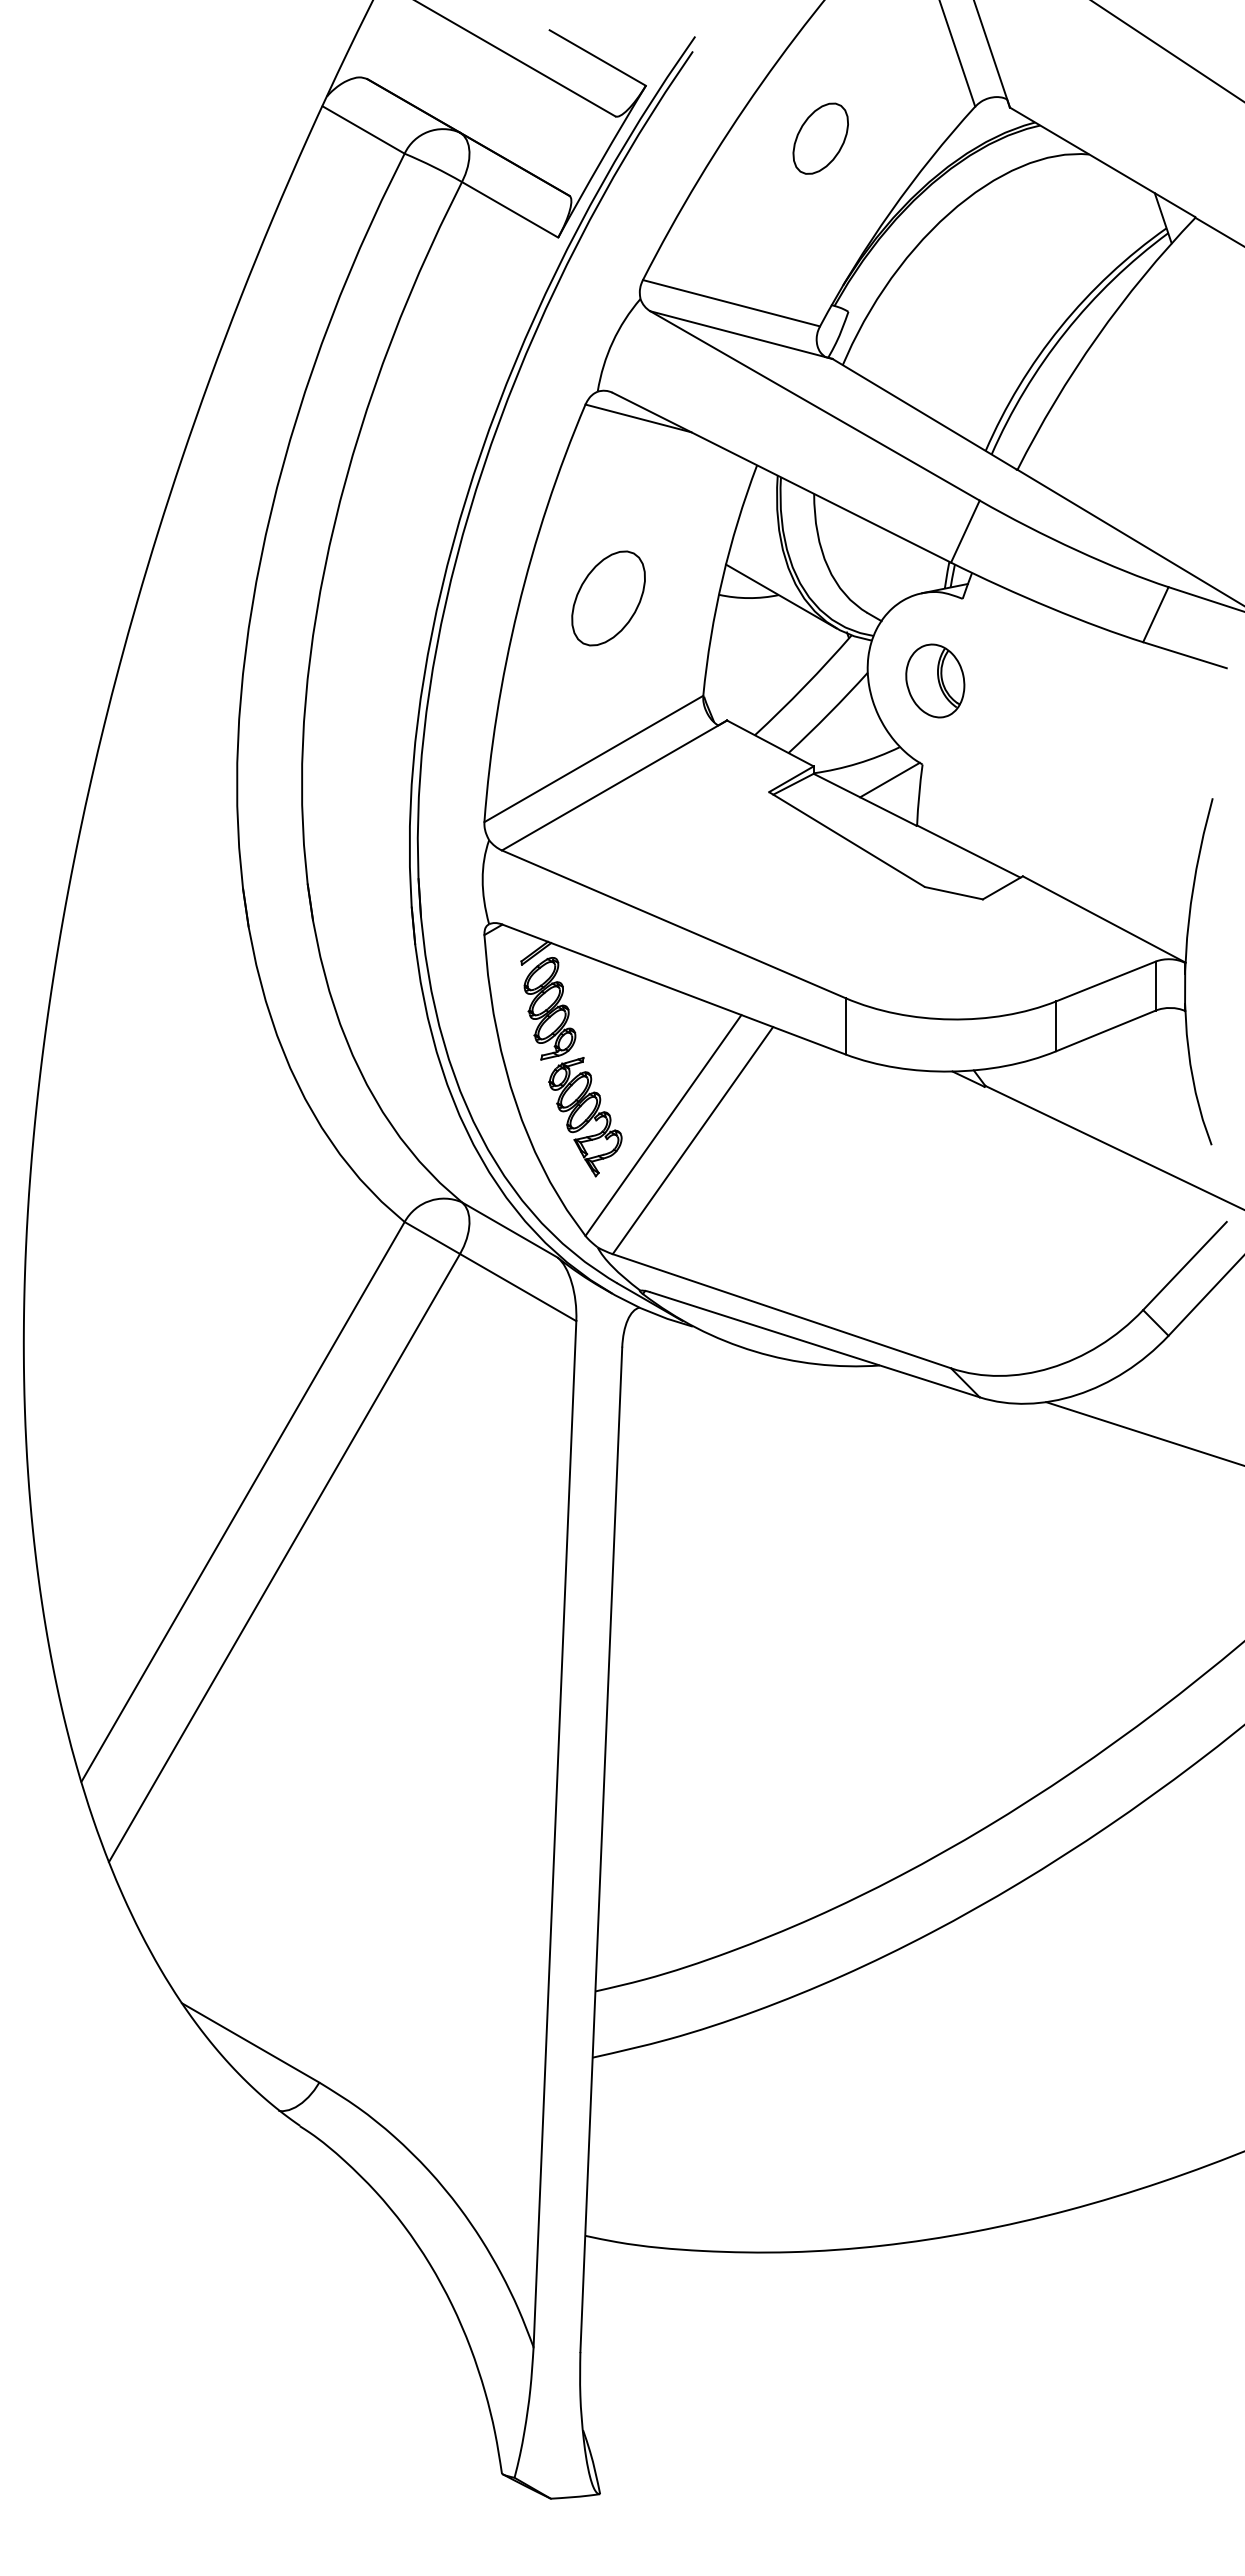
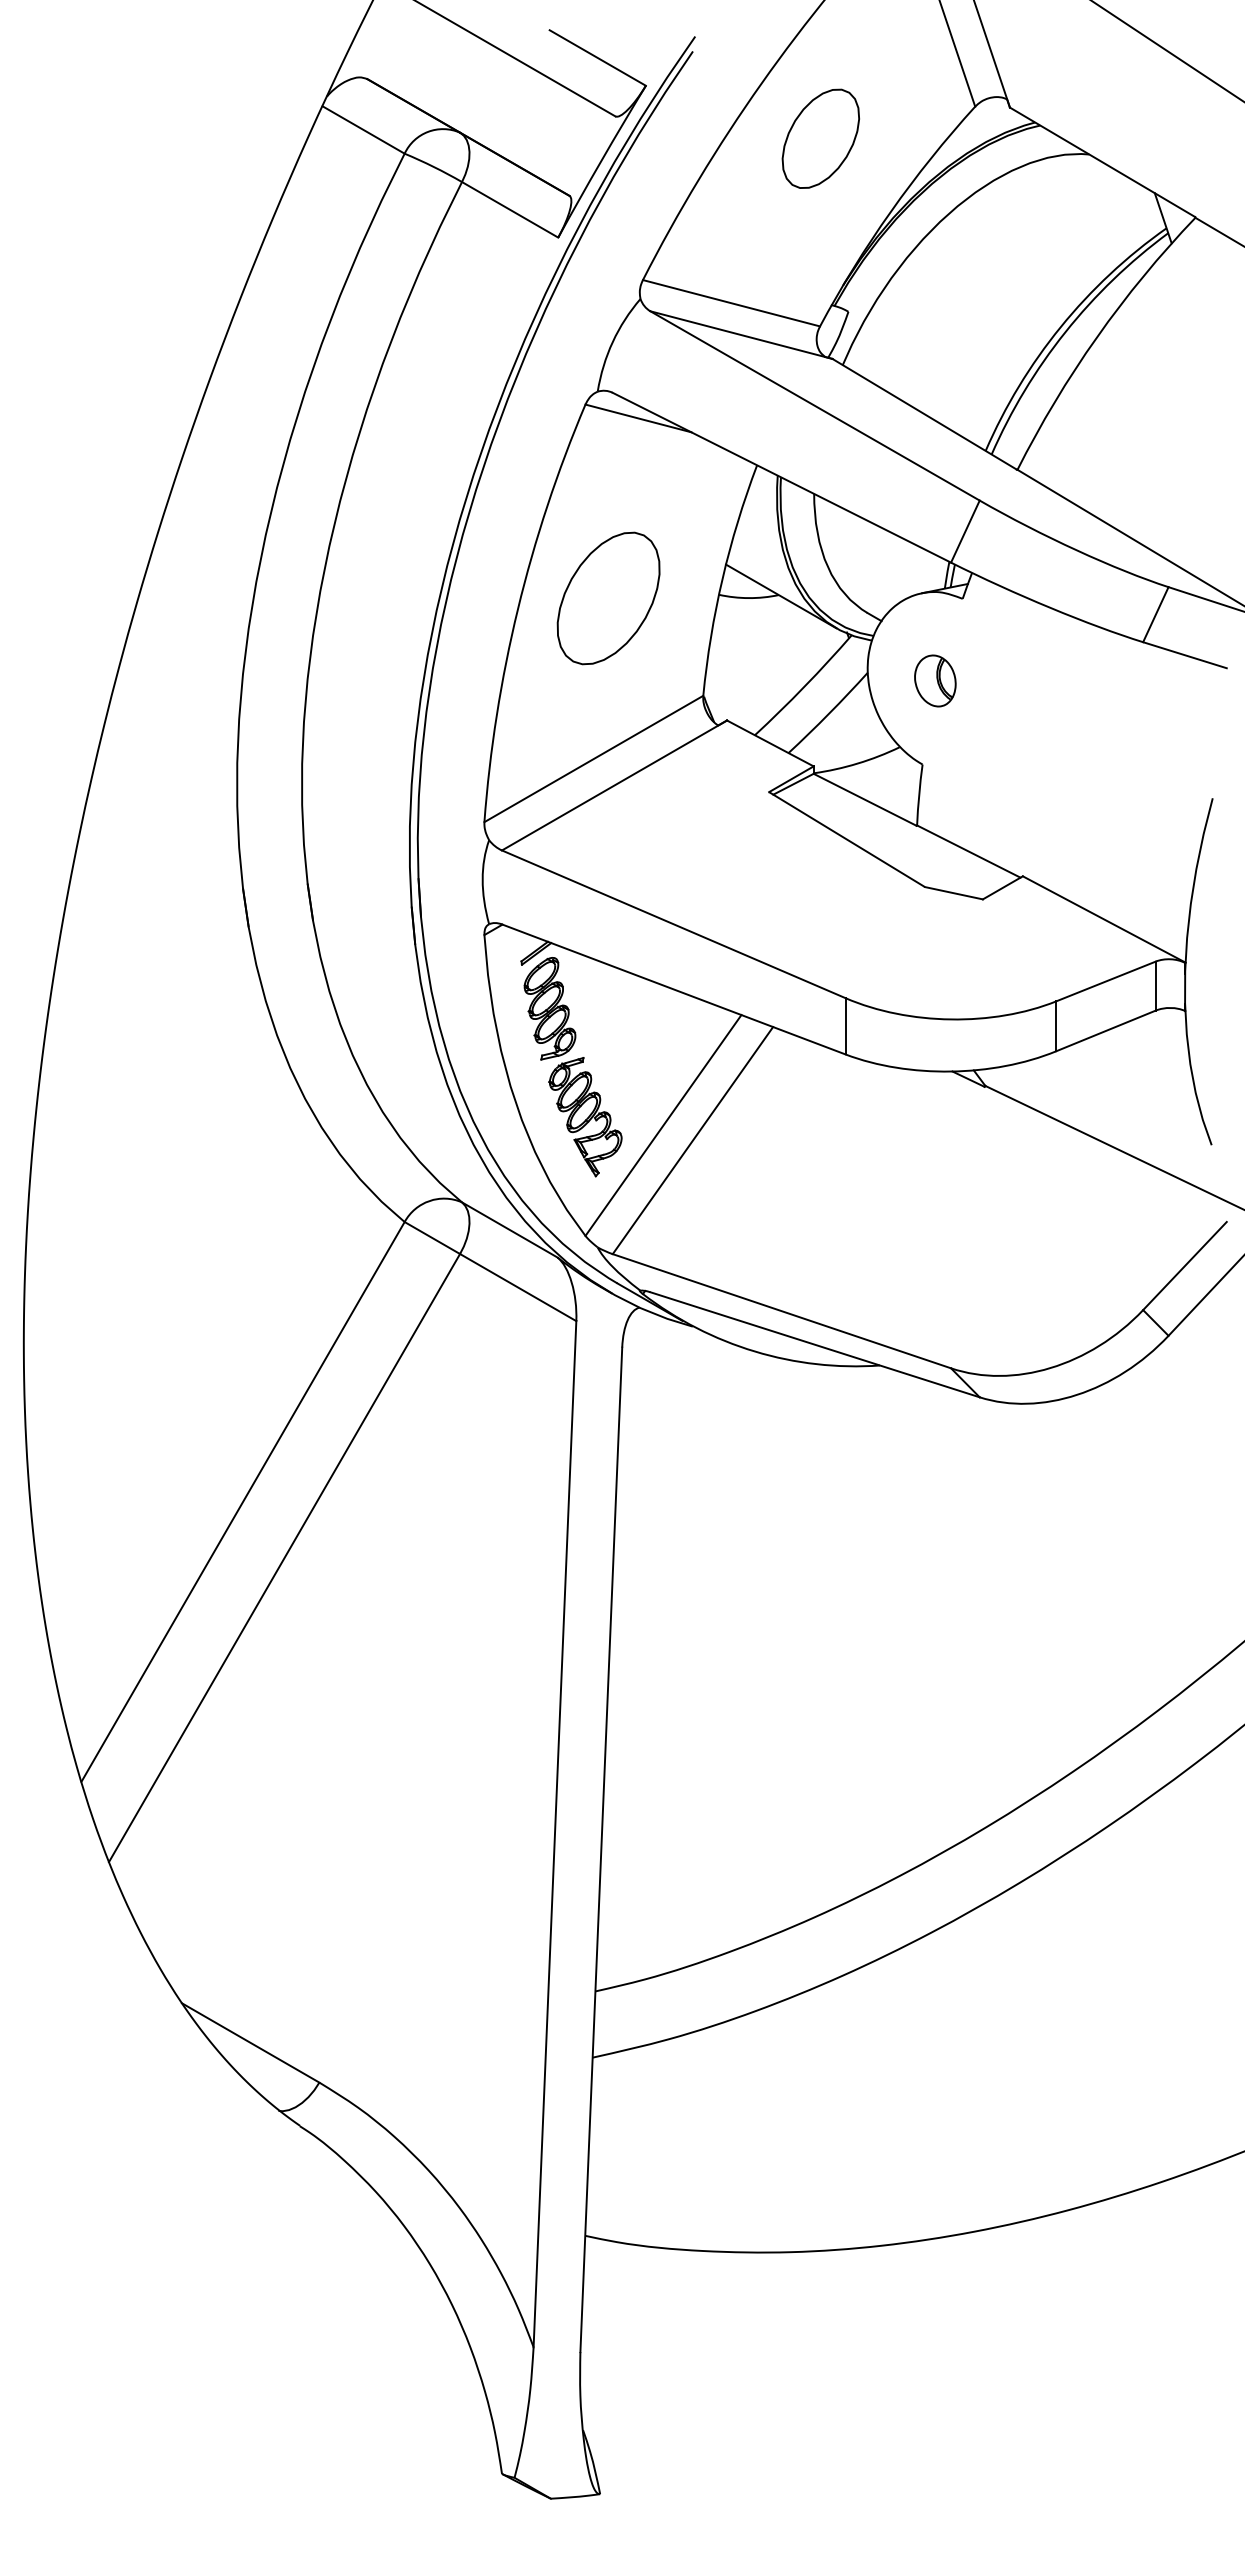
part at (820, 138) size: 57x73 px -> 79x101 px
part at (608, 598) size: 75x97 px -> 105x135 px
part at (935, 680) size: 61x76 px -> 43x54 px
line at (889, 779): present -> none
line at (1143, 1433): present -> none
